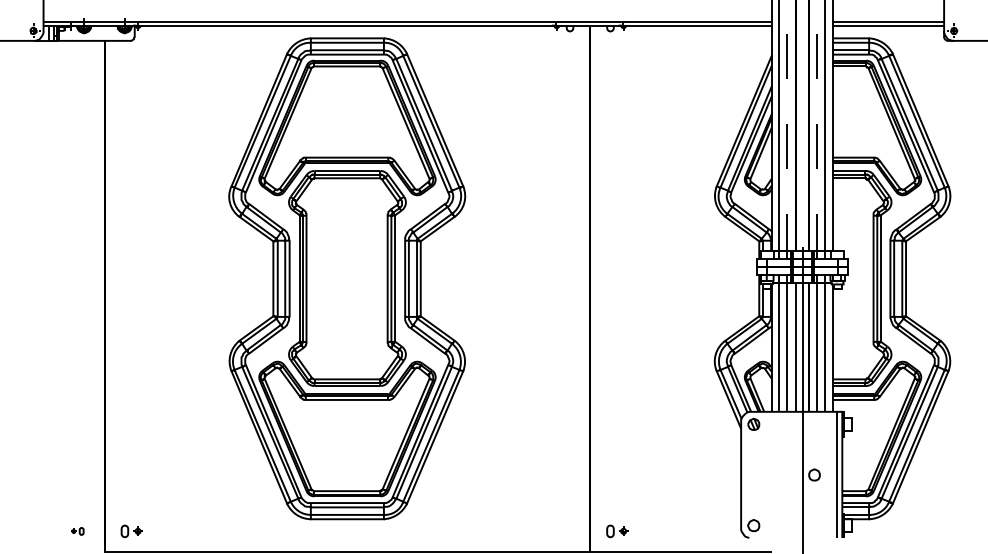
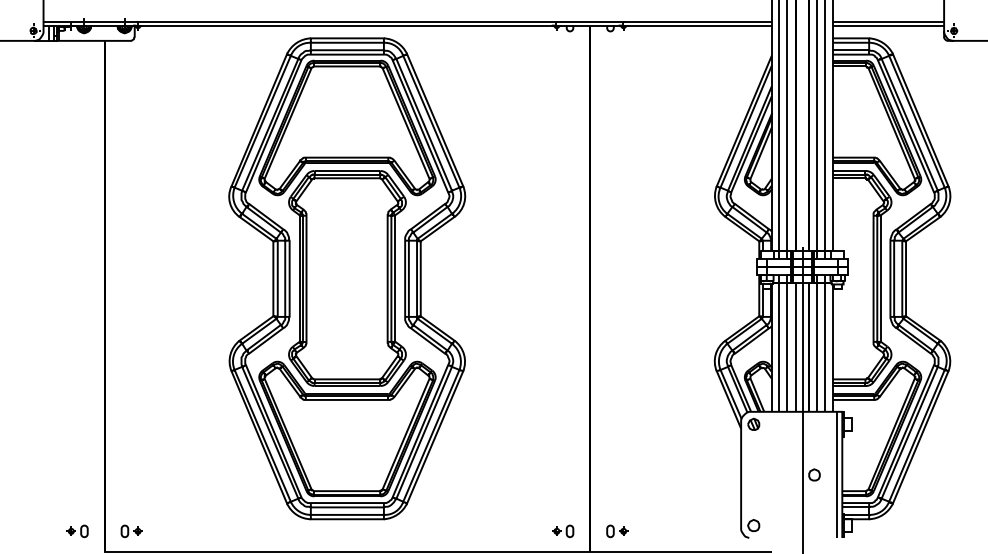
line at (787, 130): dashed -> solid
line at (817, 130): dashed -> solid
part at (77, 531) size: 14x9 px -> 23x15 px
part at (563, 531): none -> present
